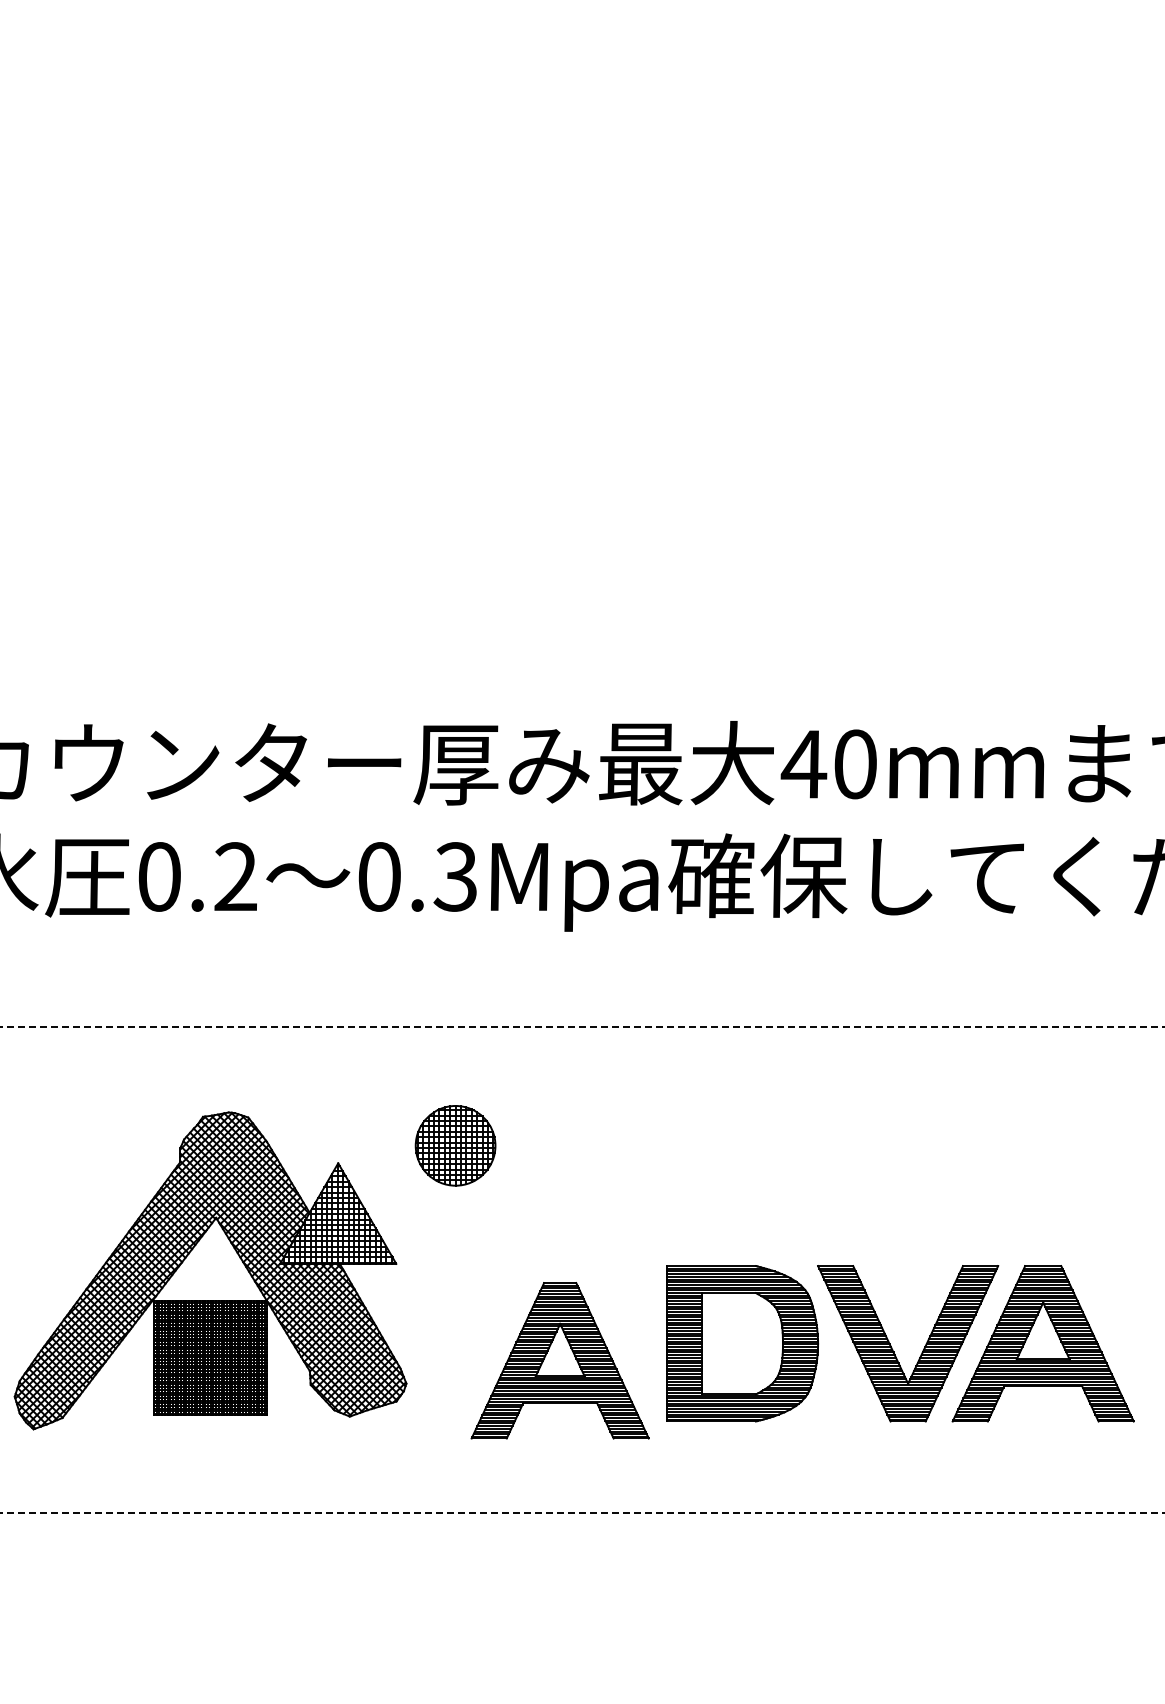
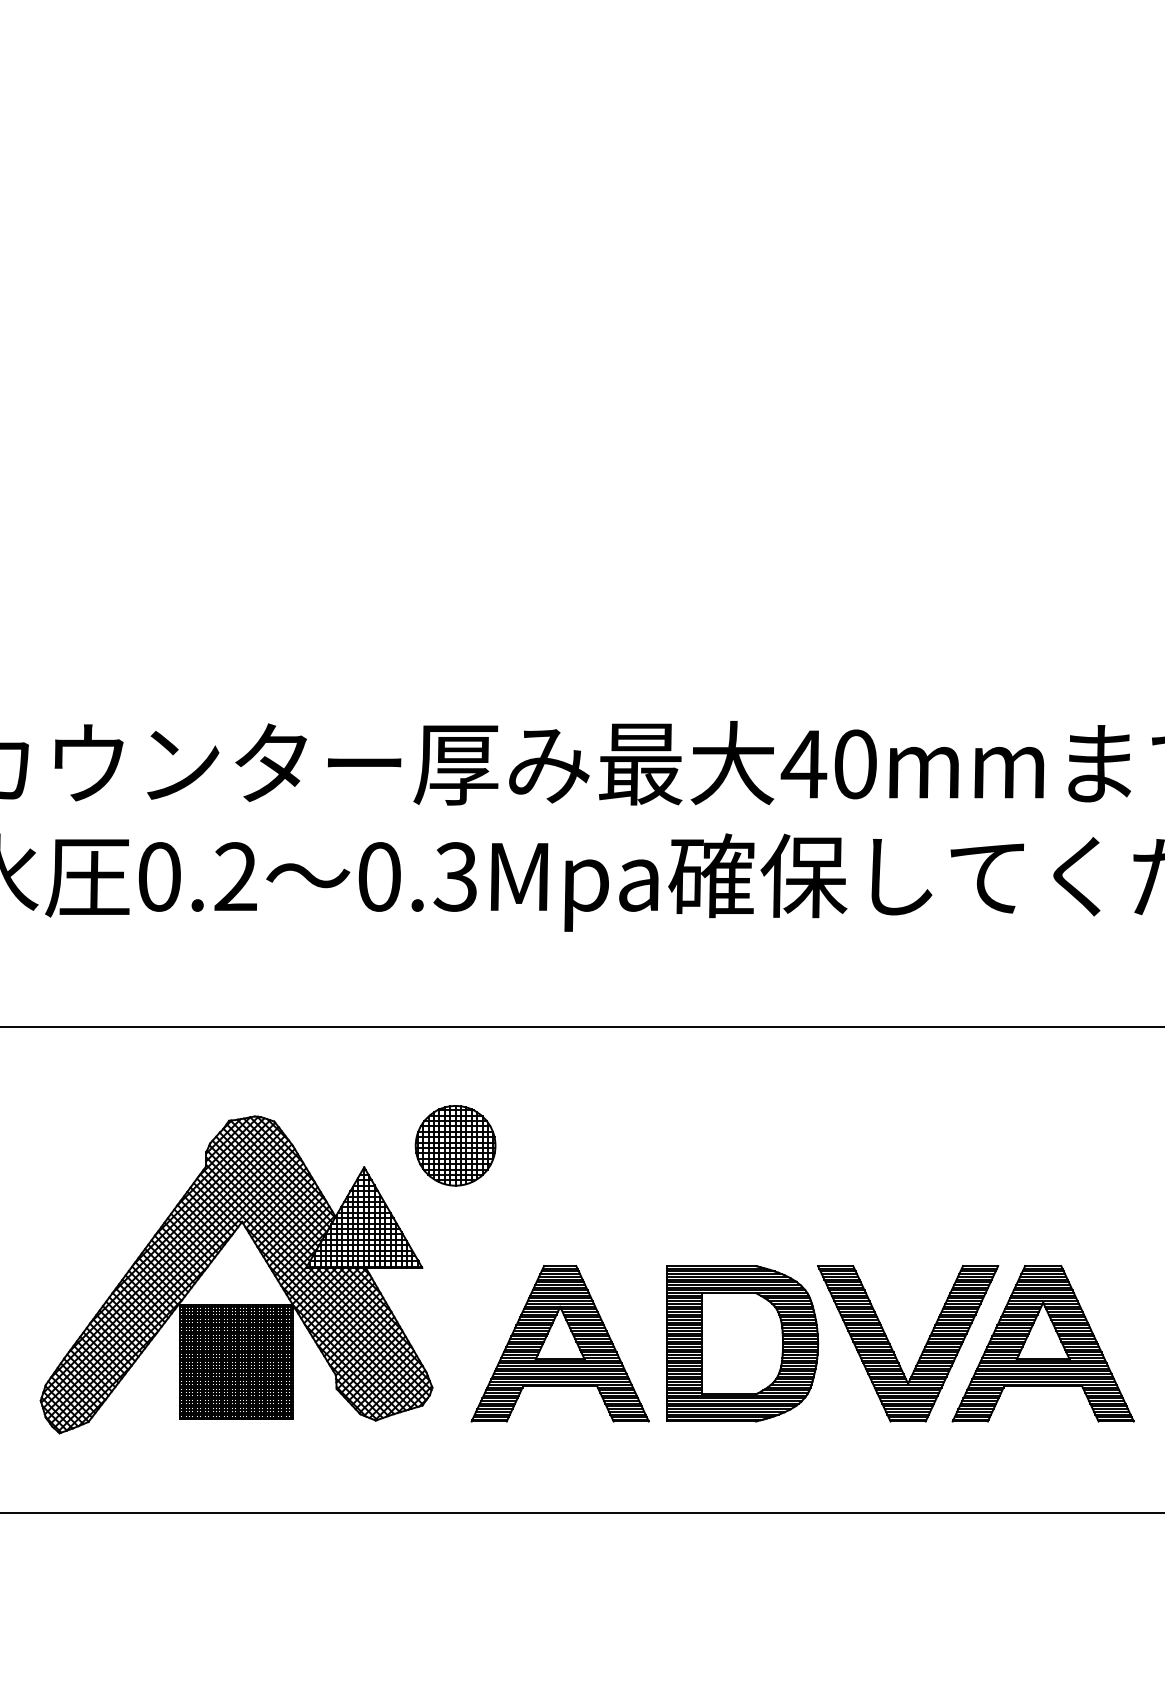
line at (582, 1026): dashed -> solid
part at (210, 1270) position: (210, 1270) -> (236, 1274)
part at (559, 1360) position: (559, 1360) -> (559, 1343)
line at (582, 1512): dashed -> solid
